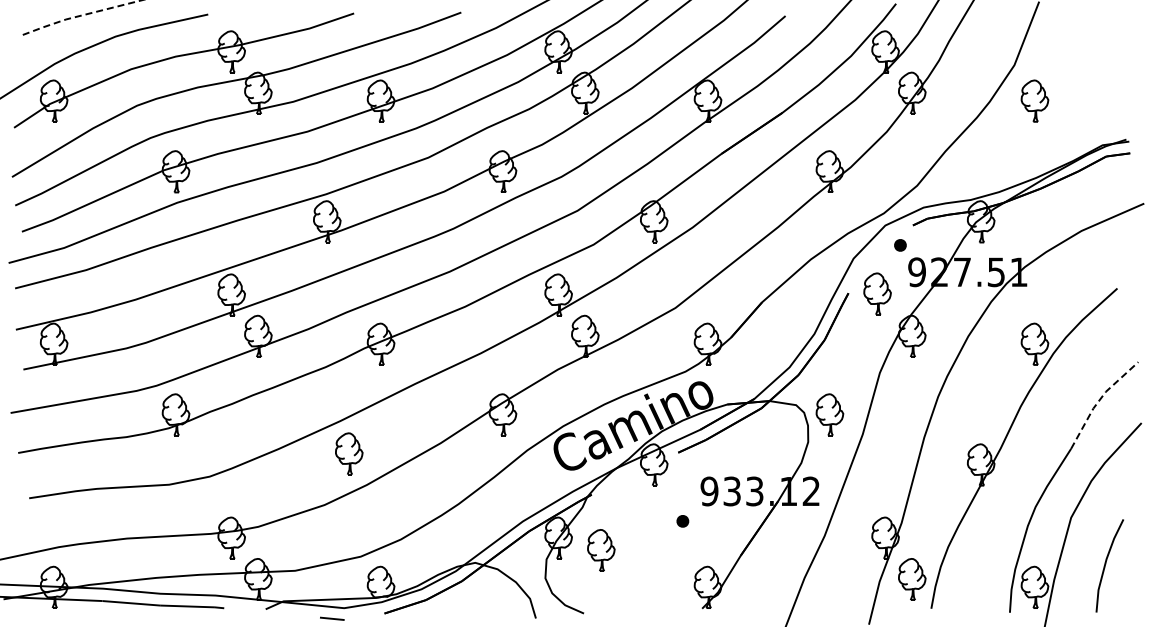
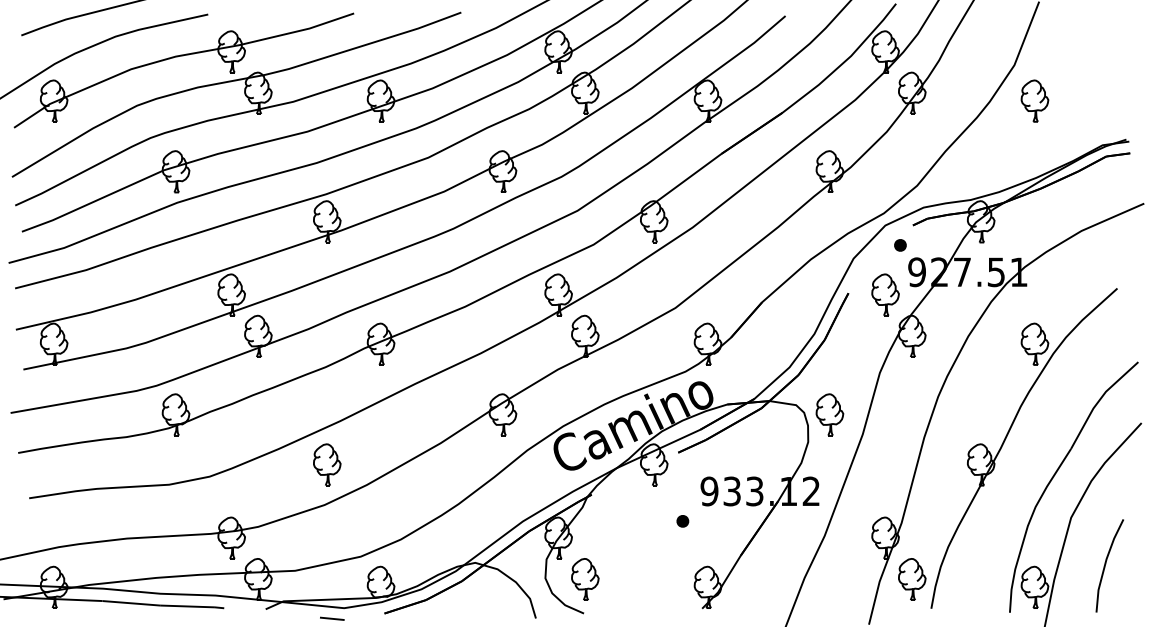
line at (79, 16): dashed -> solid
part at (877, 293) position: (877, 293) -> (885, 294)
line at (1098, 401): dashed -> solid
part at (349, 453) position: (349, 453) -> (327, 464)
part at (601, 550) position: (601, 550) -> (585, 579)
